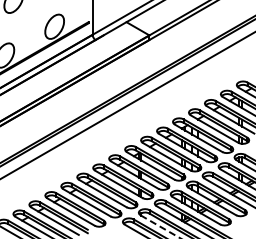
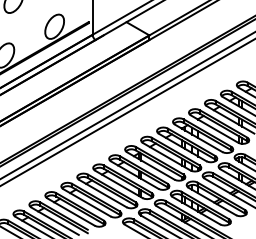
line at (127, 112): none -> present
line at (161, 227): dashed -> solid
